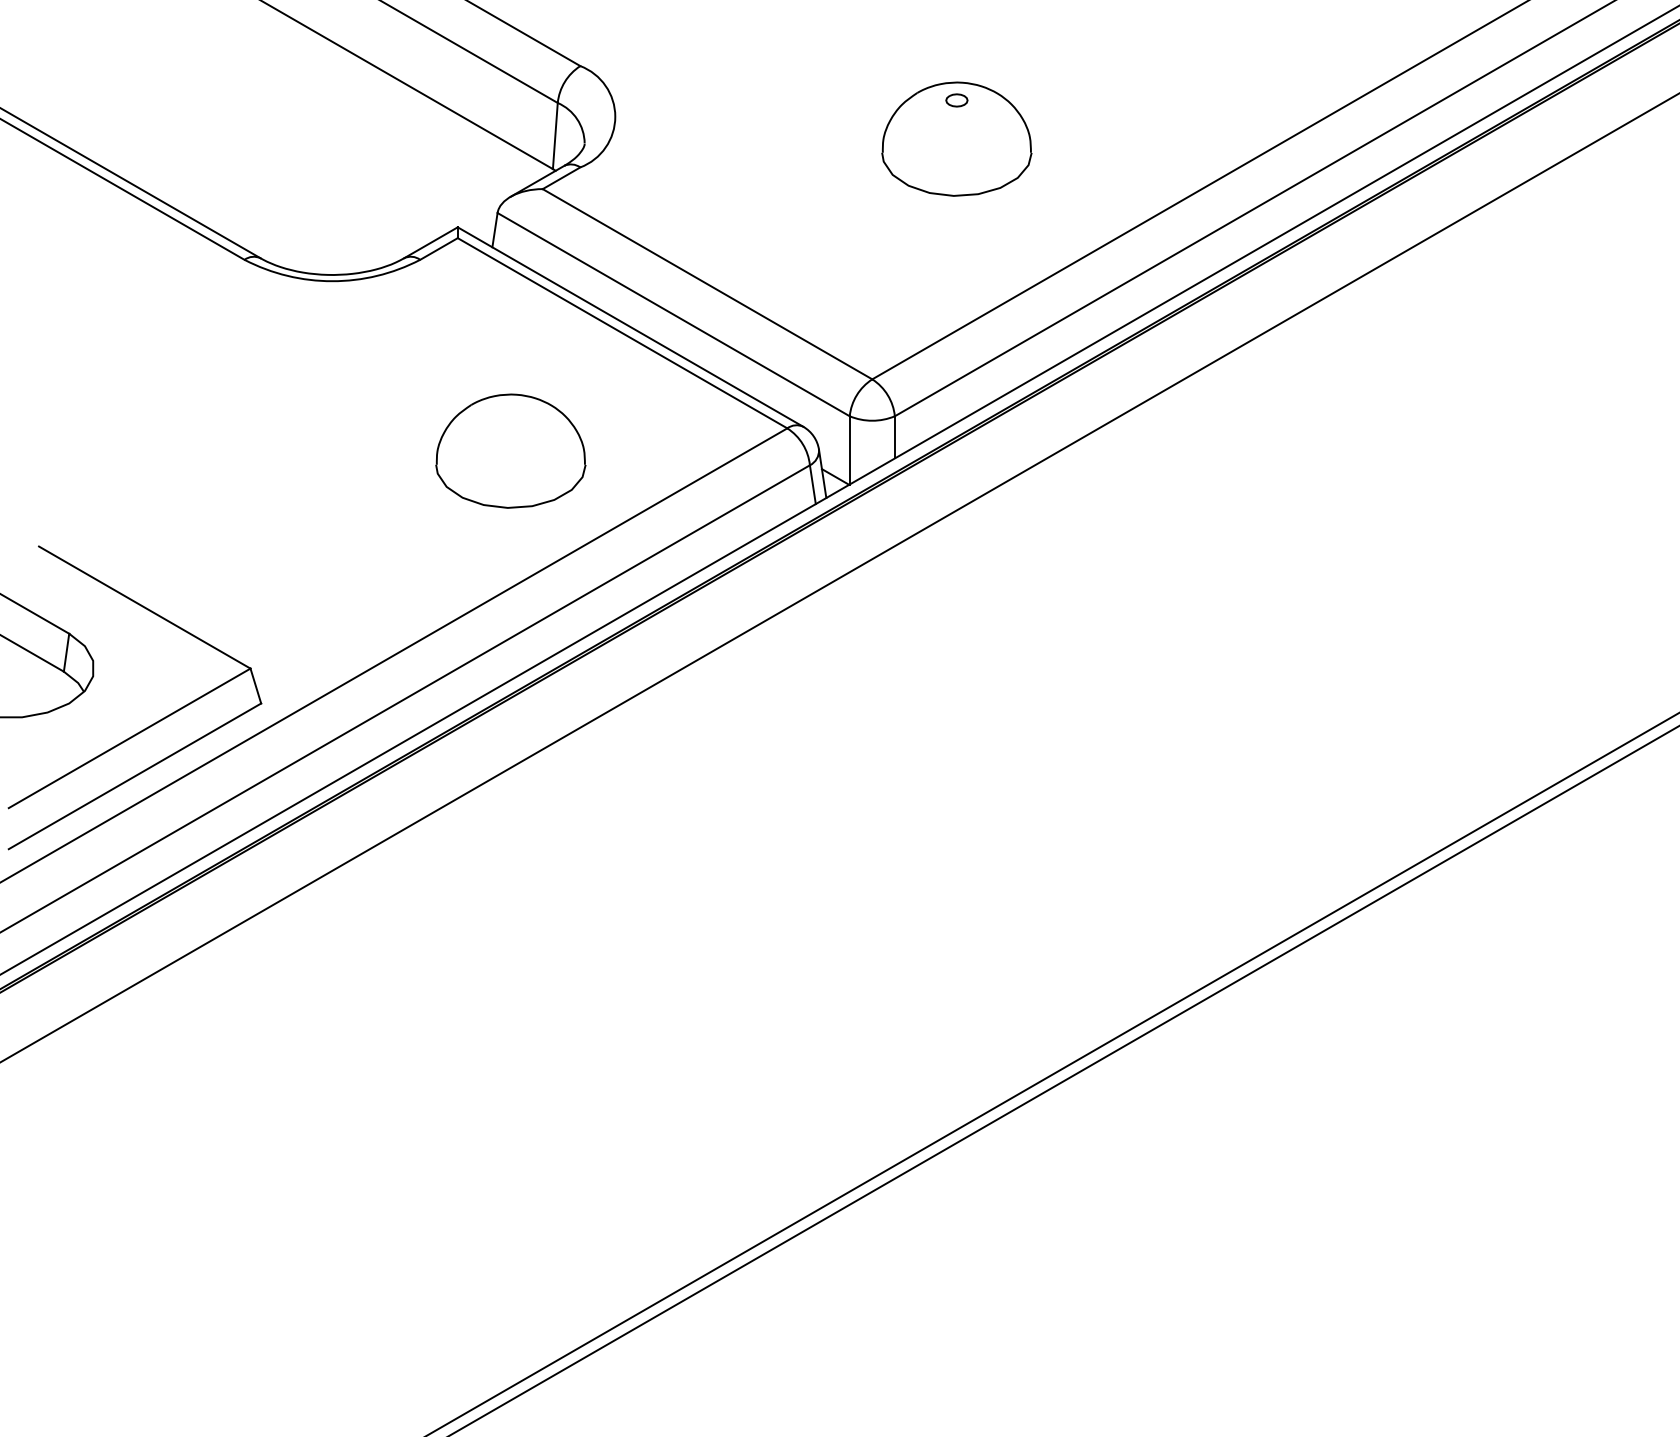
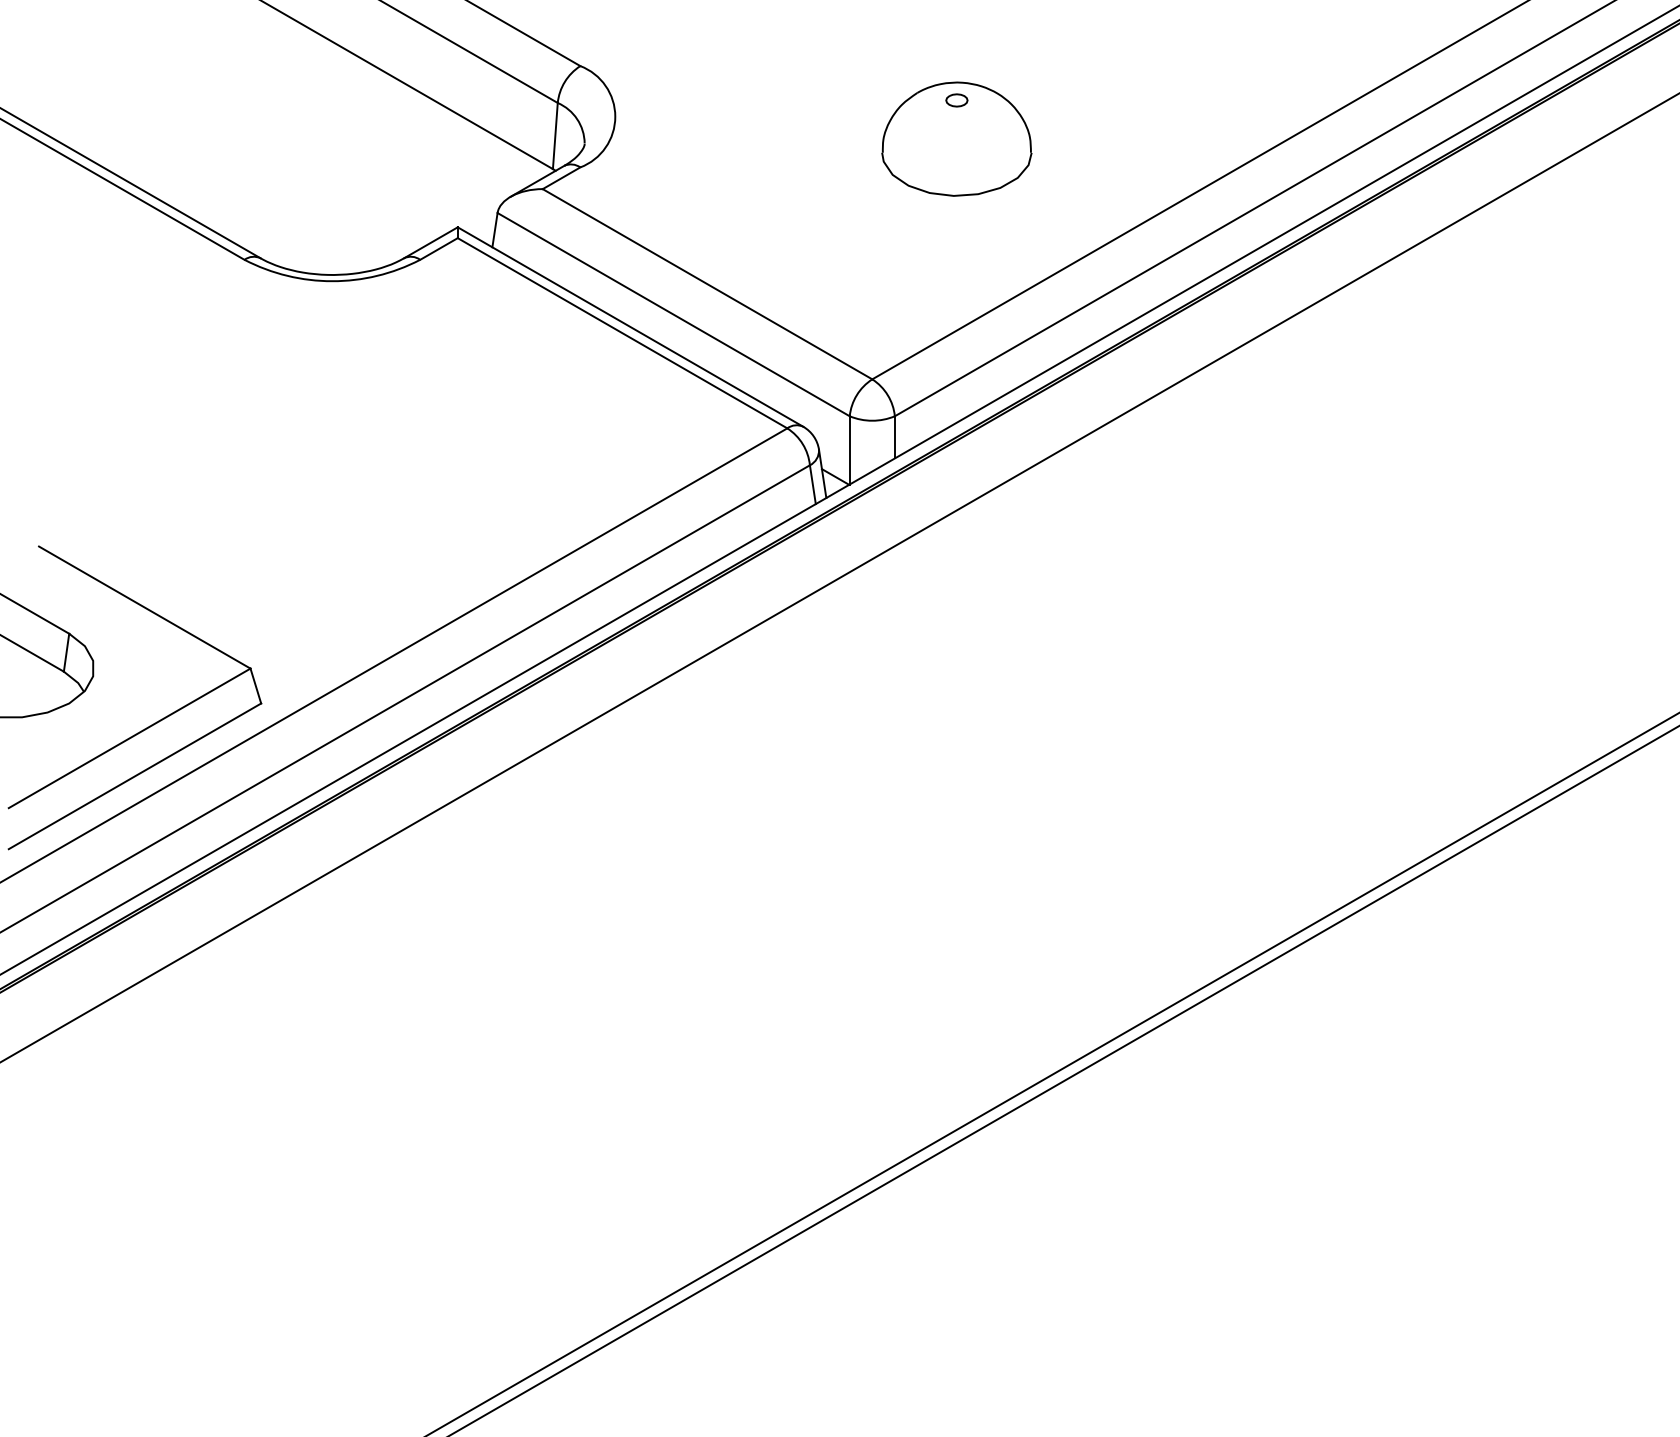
part at (510, 450): present -> none
